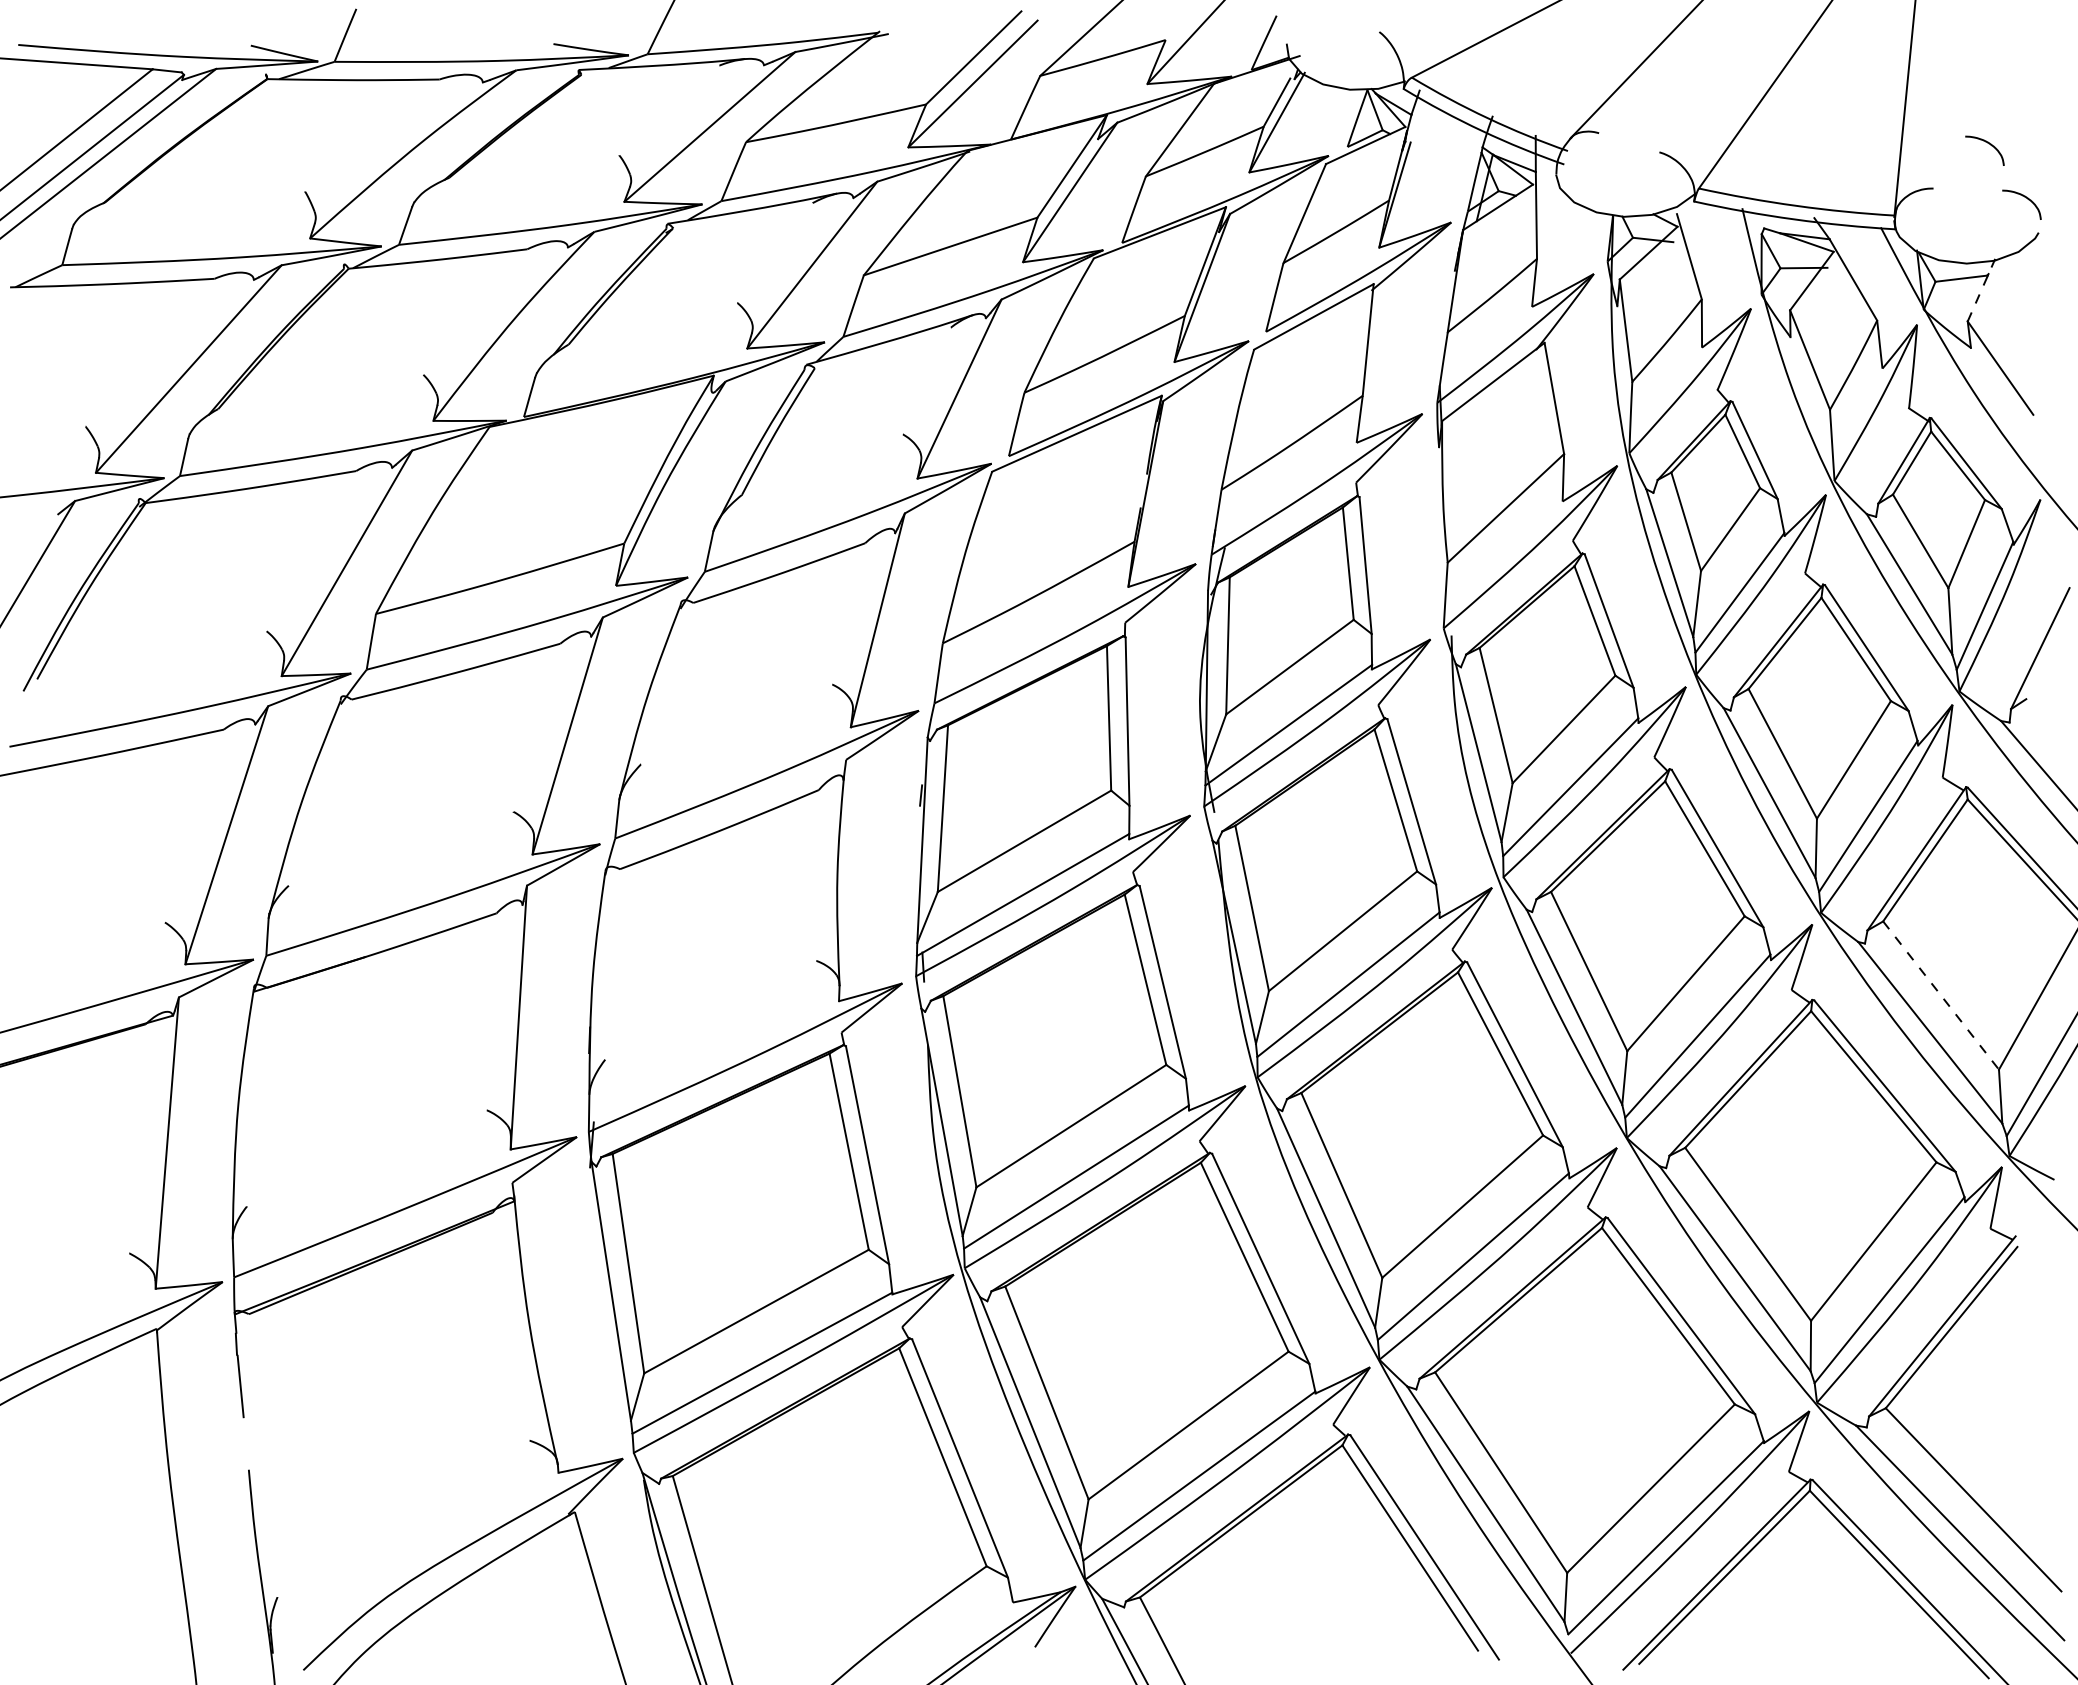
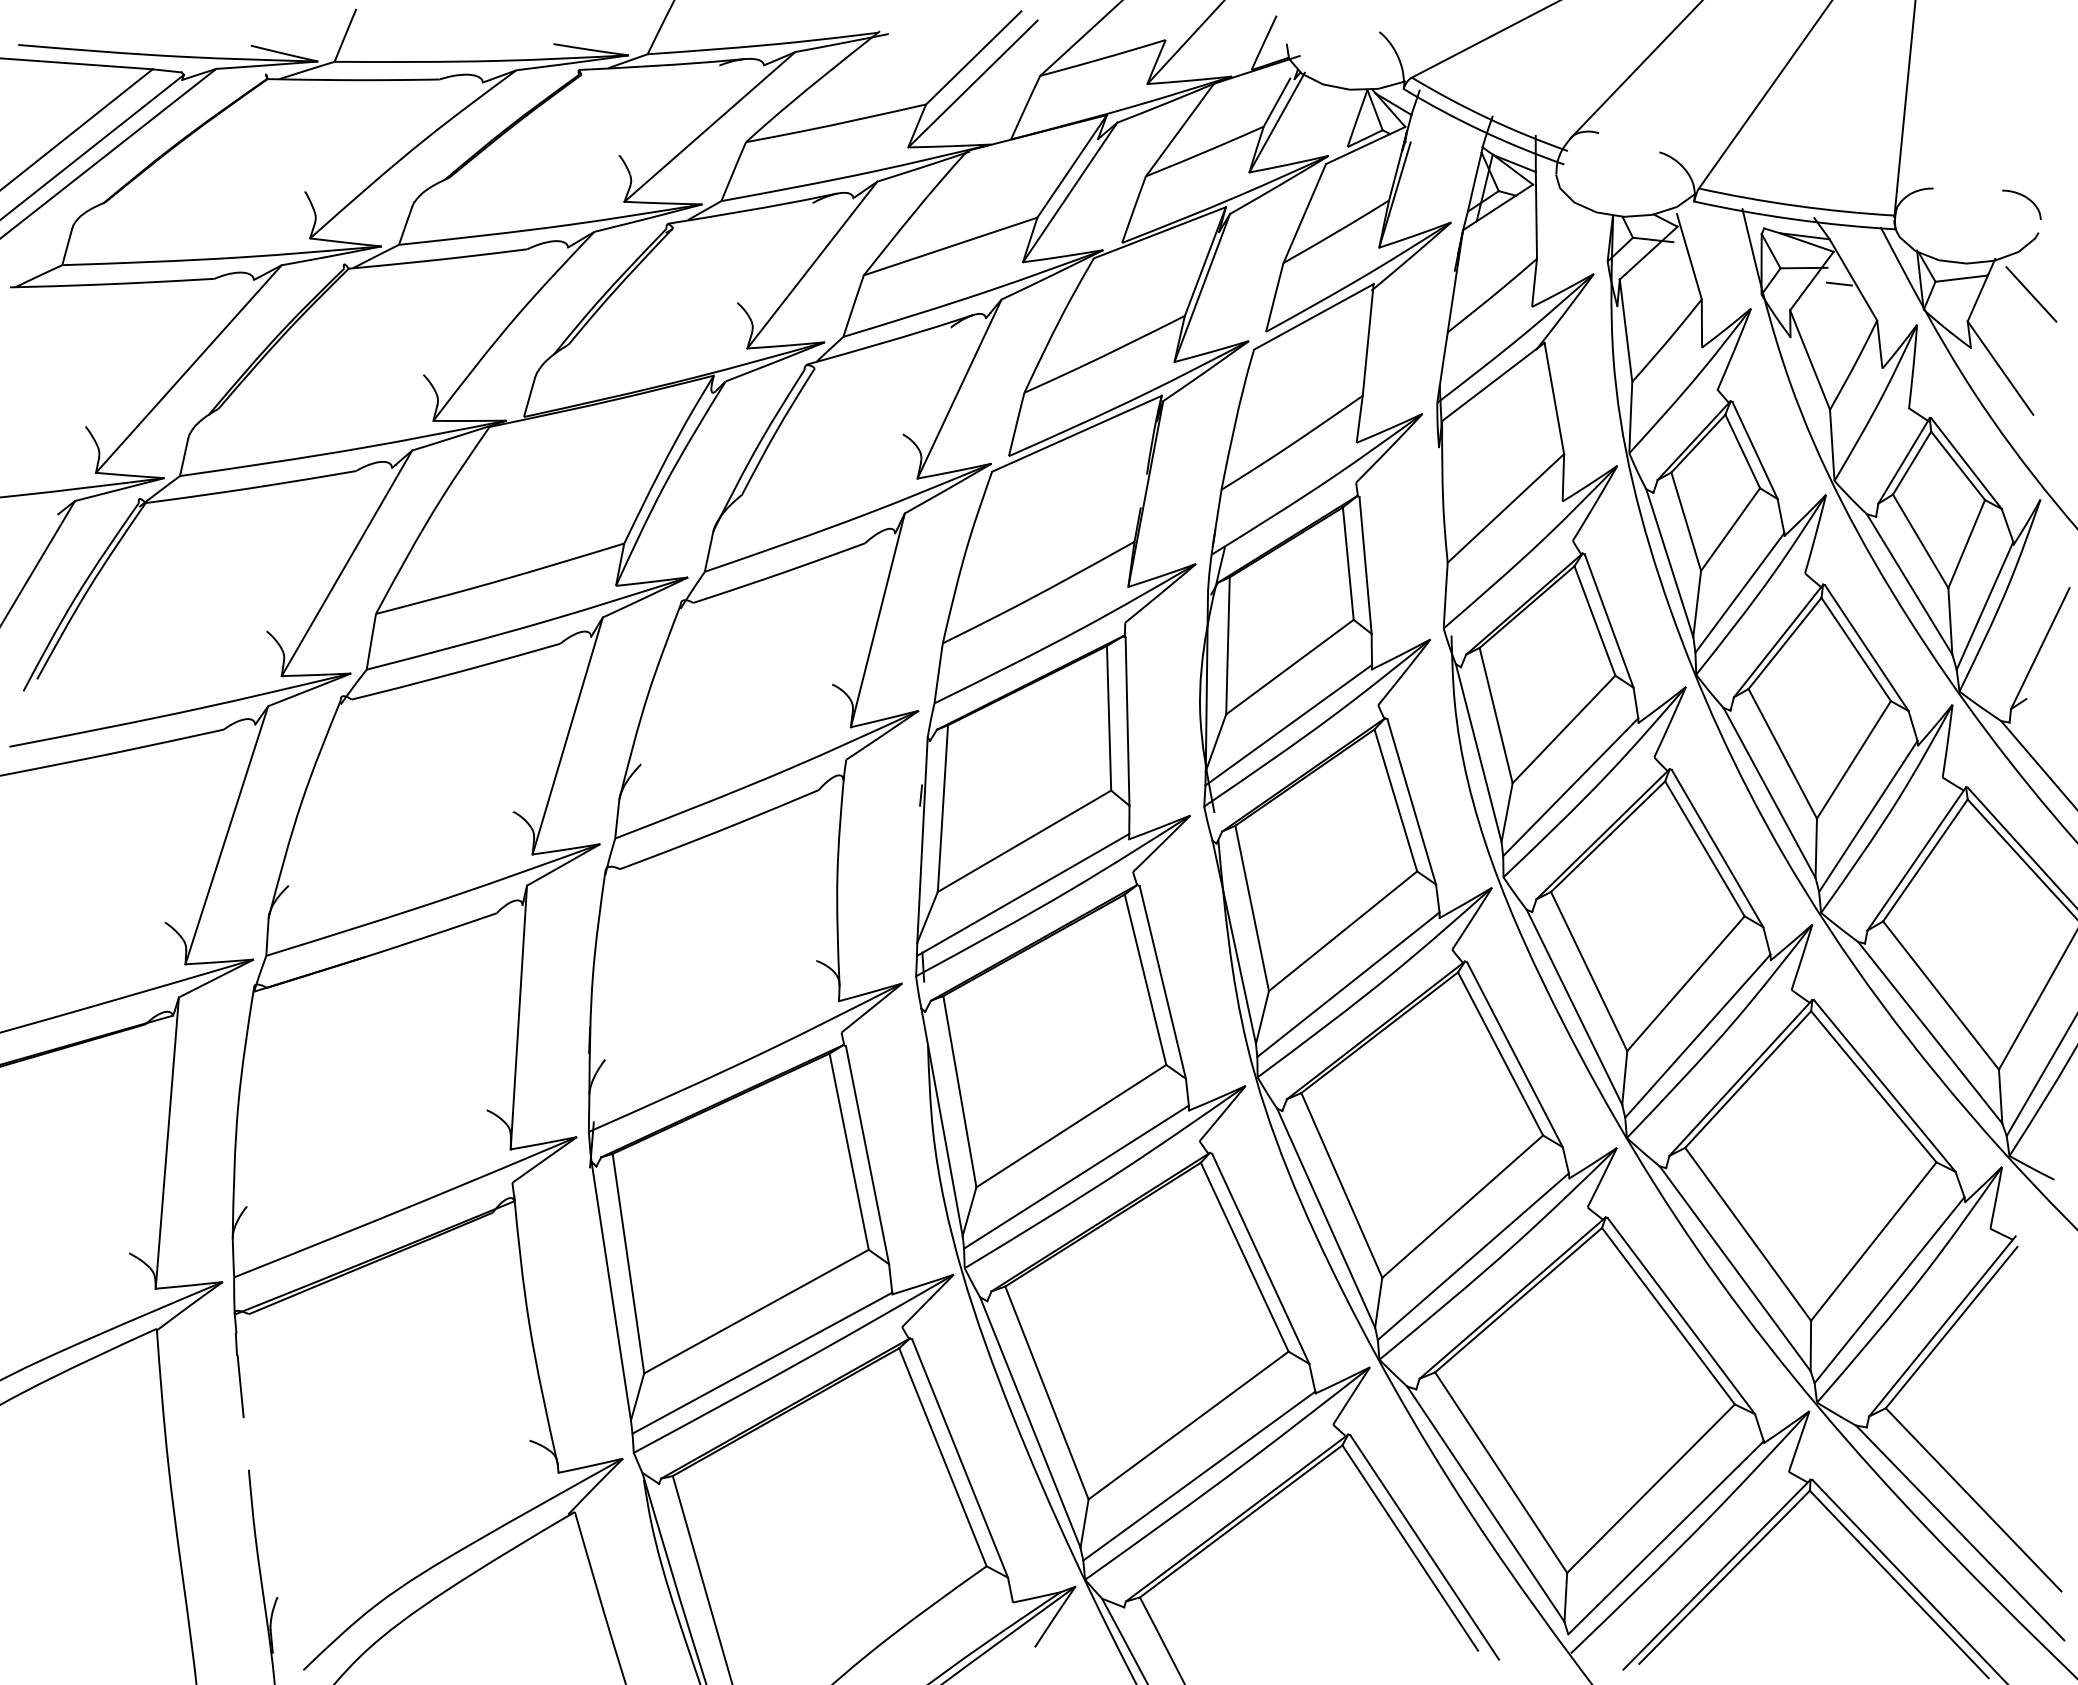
curve at (1987, 143): present -> none
line at (1838, 283): none -> present
line at (1981, 289): dashed -> solid
line at (2031, 294): none -> present
line at (1941, 995): dashed -> solid
